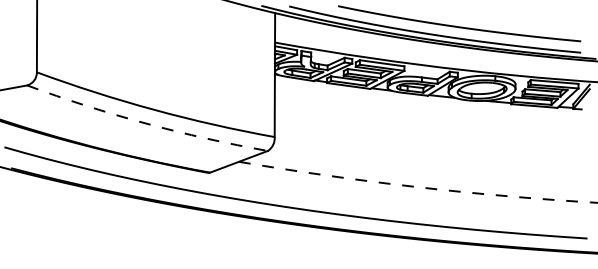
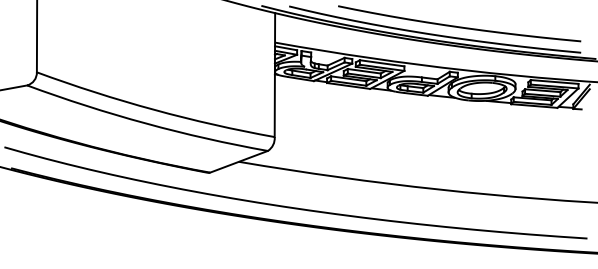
arc at (146, 123): dashed -> solid
arc at (418, 187): dashed -> solid
